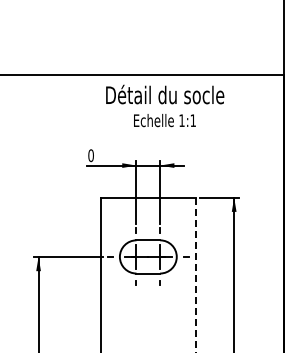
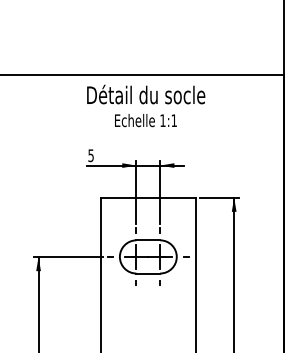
text at (165, 105) position: (165, 105) -> (146, 105)
text at (90, 155): 0 -> 5
line at (195, 275): dashed -> solid
